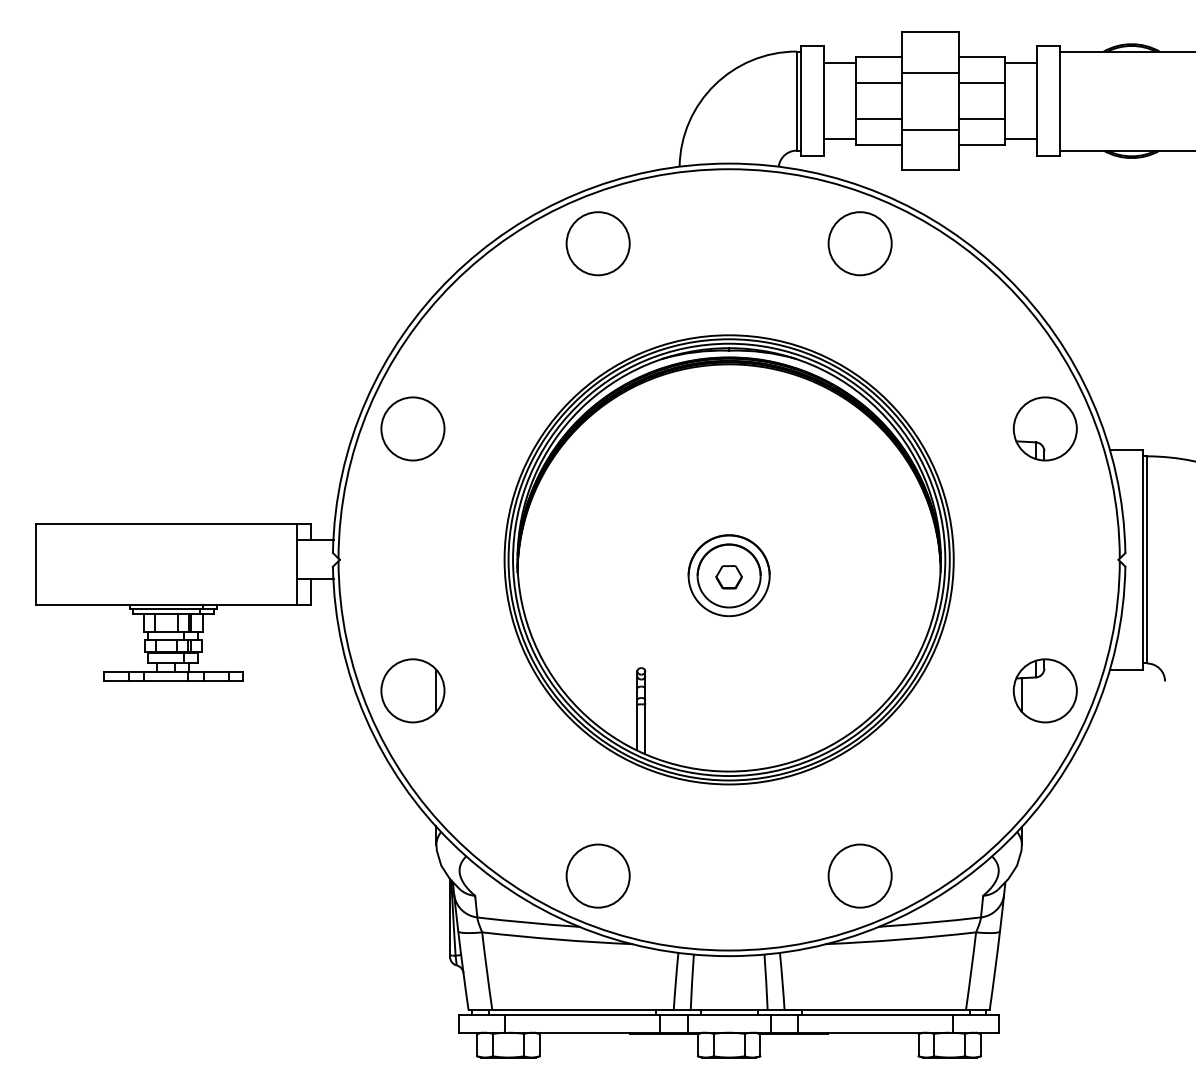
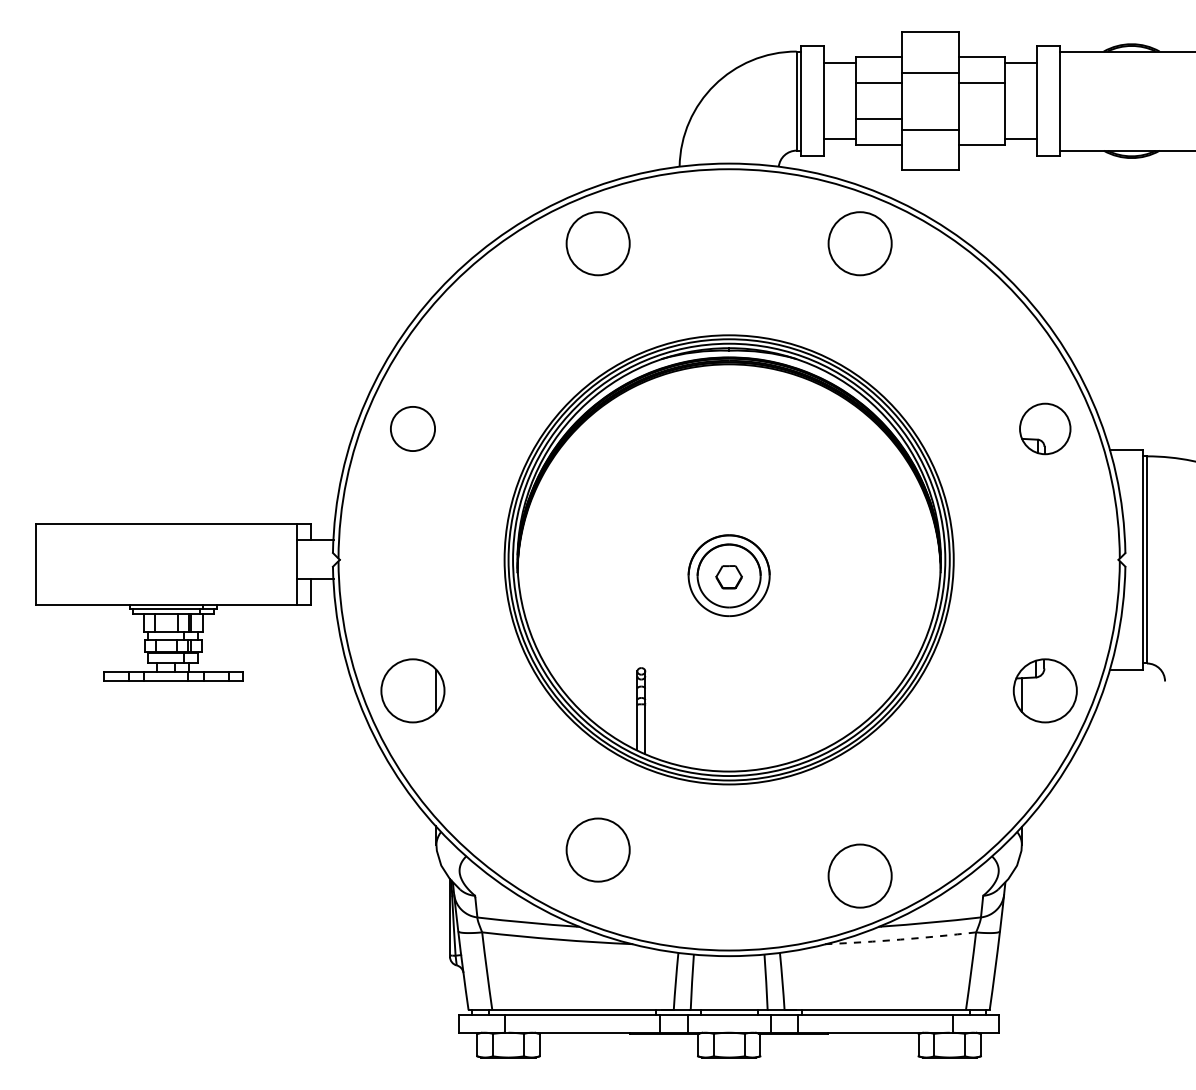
line at (981, 119): present -> none
circle at (412, 428) diameter: 63 px -> 44 px
part at (1044, 428) size: 66x66 px -> 53x54 px
circle at (597, 875) position: (597, 875) -> (597, 849)
arc at (900, 939): solid -> dashed
